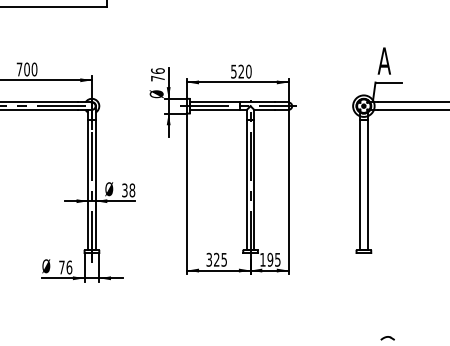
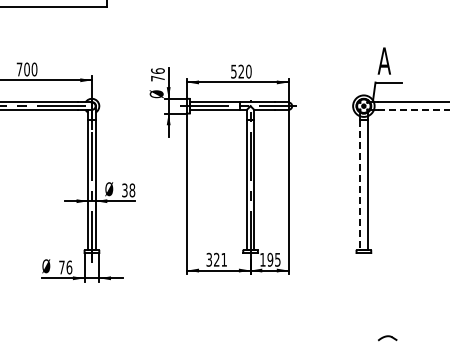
line at (413, 109): solid -> dashed
line at (360, 185): solid -> dashed
text at (223, 259): 325 -> 321
part at (387, 338) size: 15x5 px -> 20x7 px
